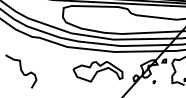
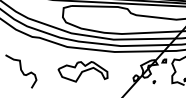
part at (97, 71) position: (97, 71) -> (82, 71)
